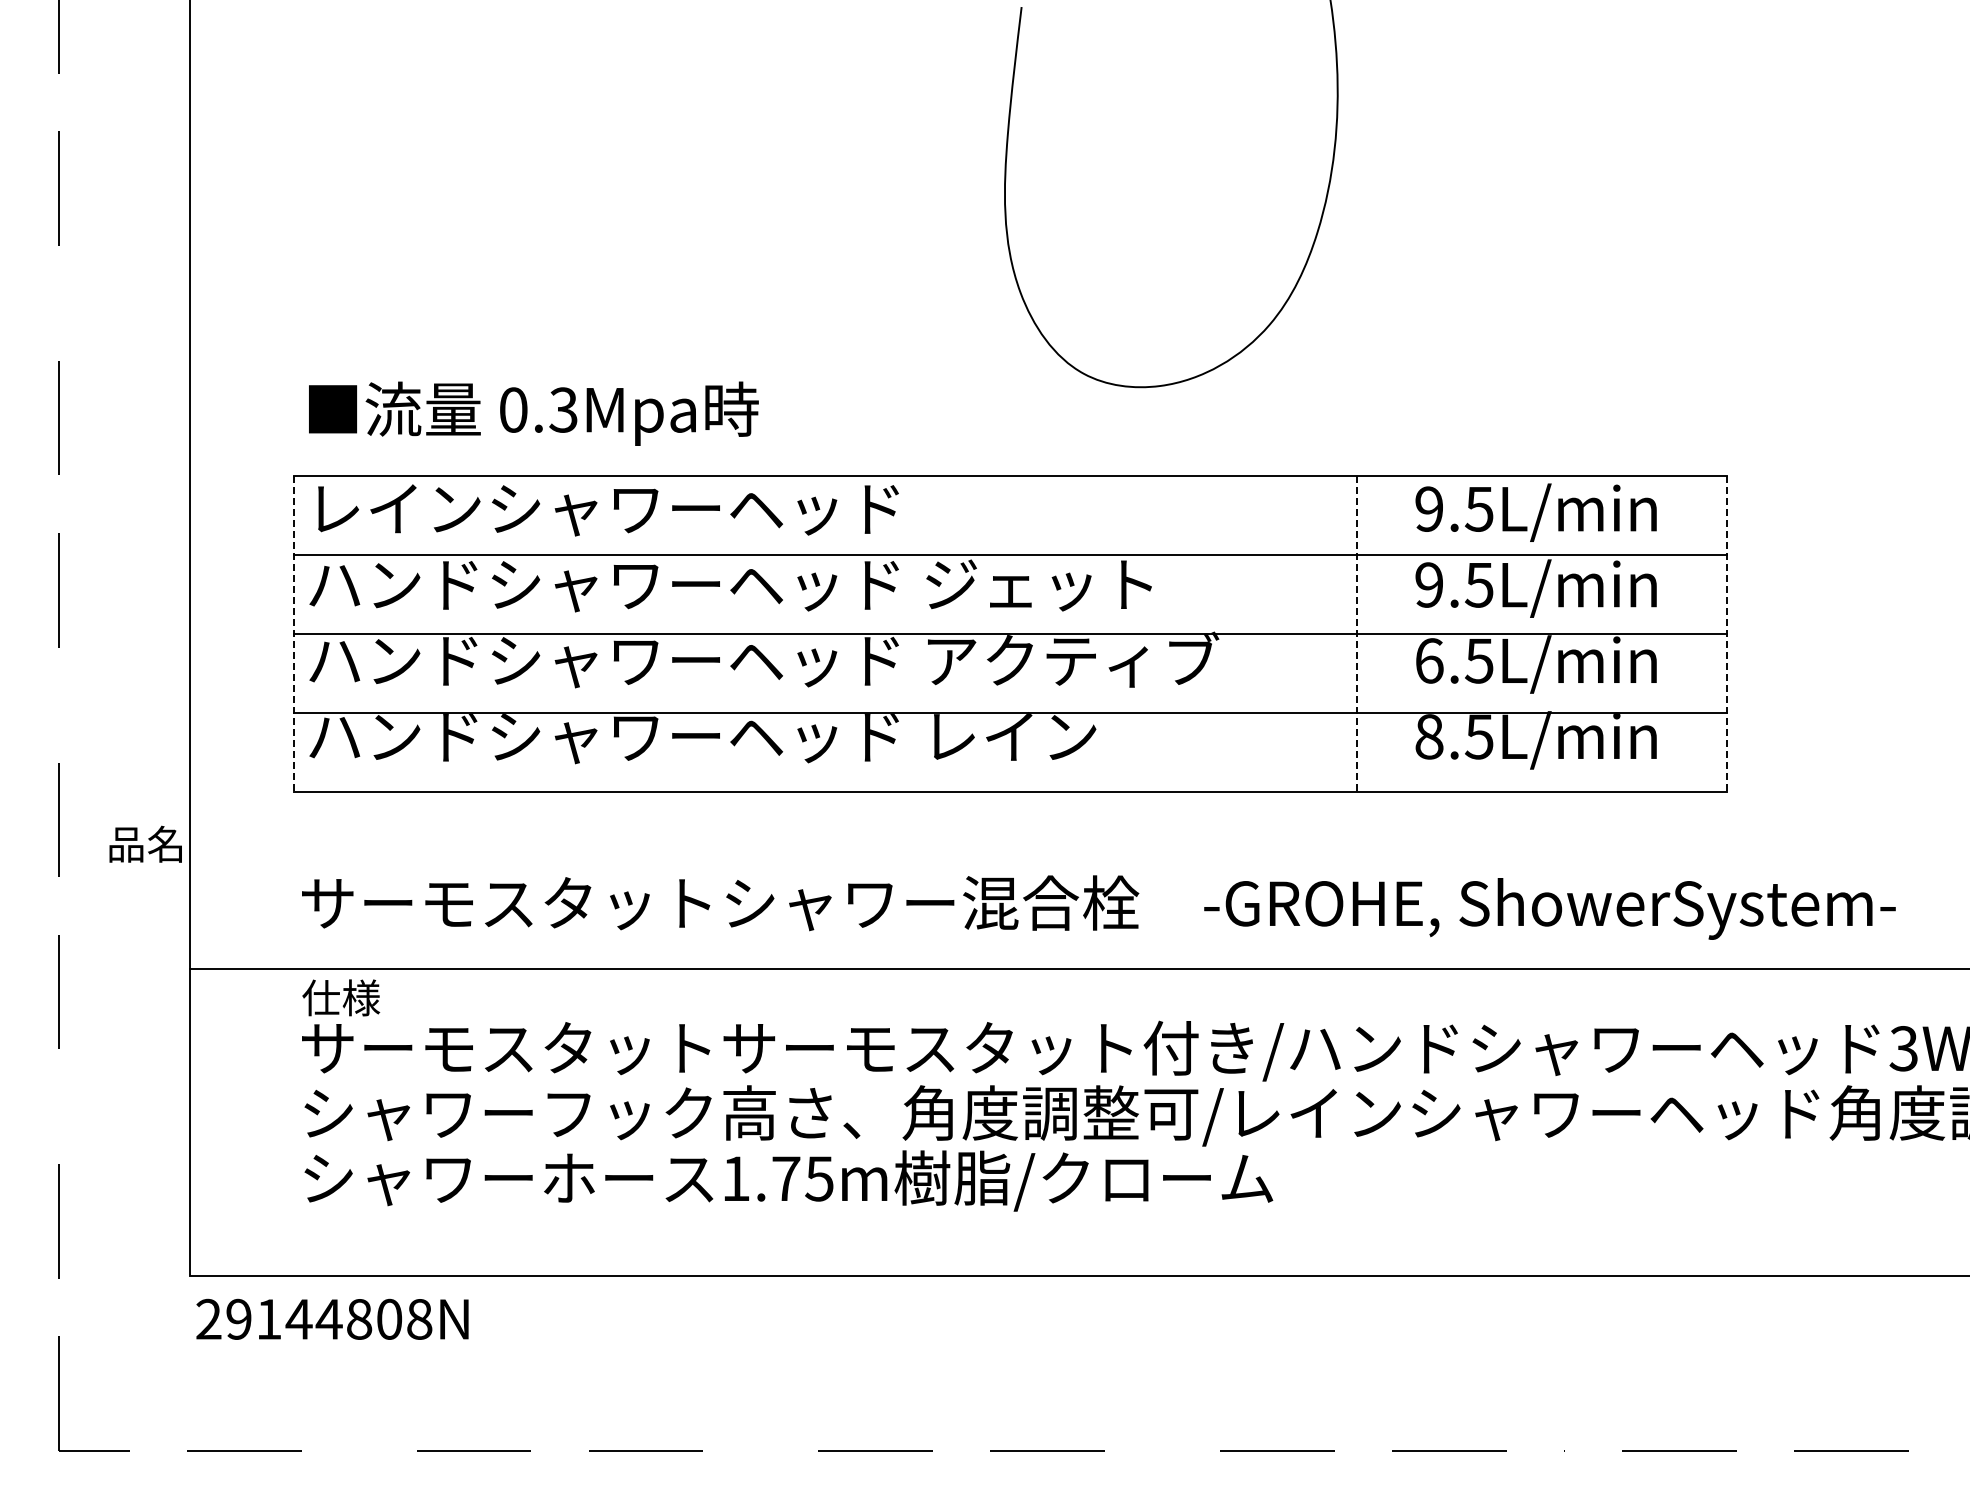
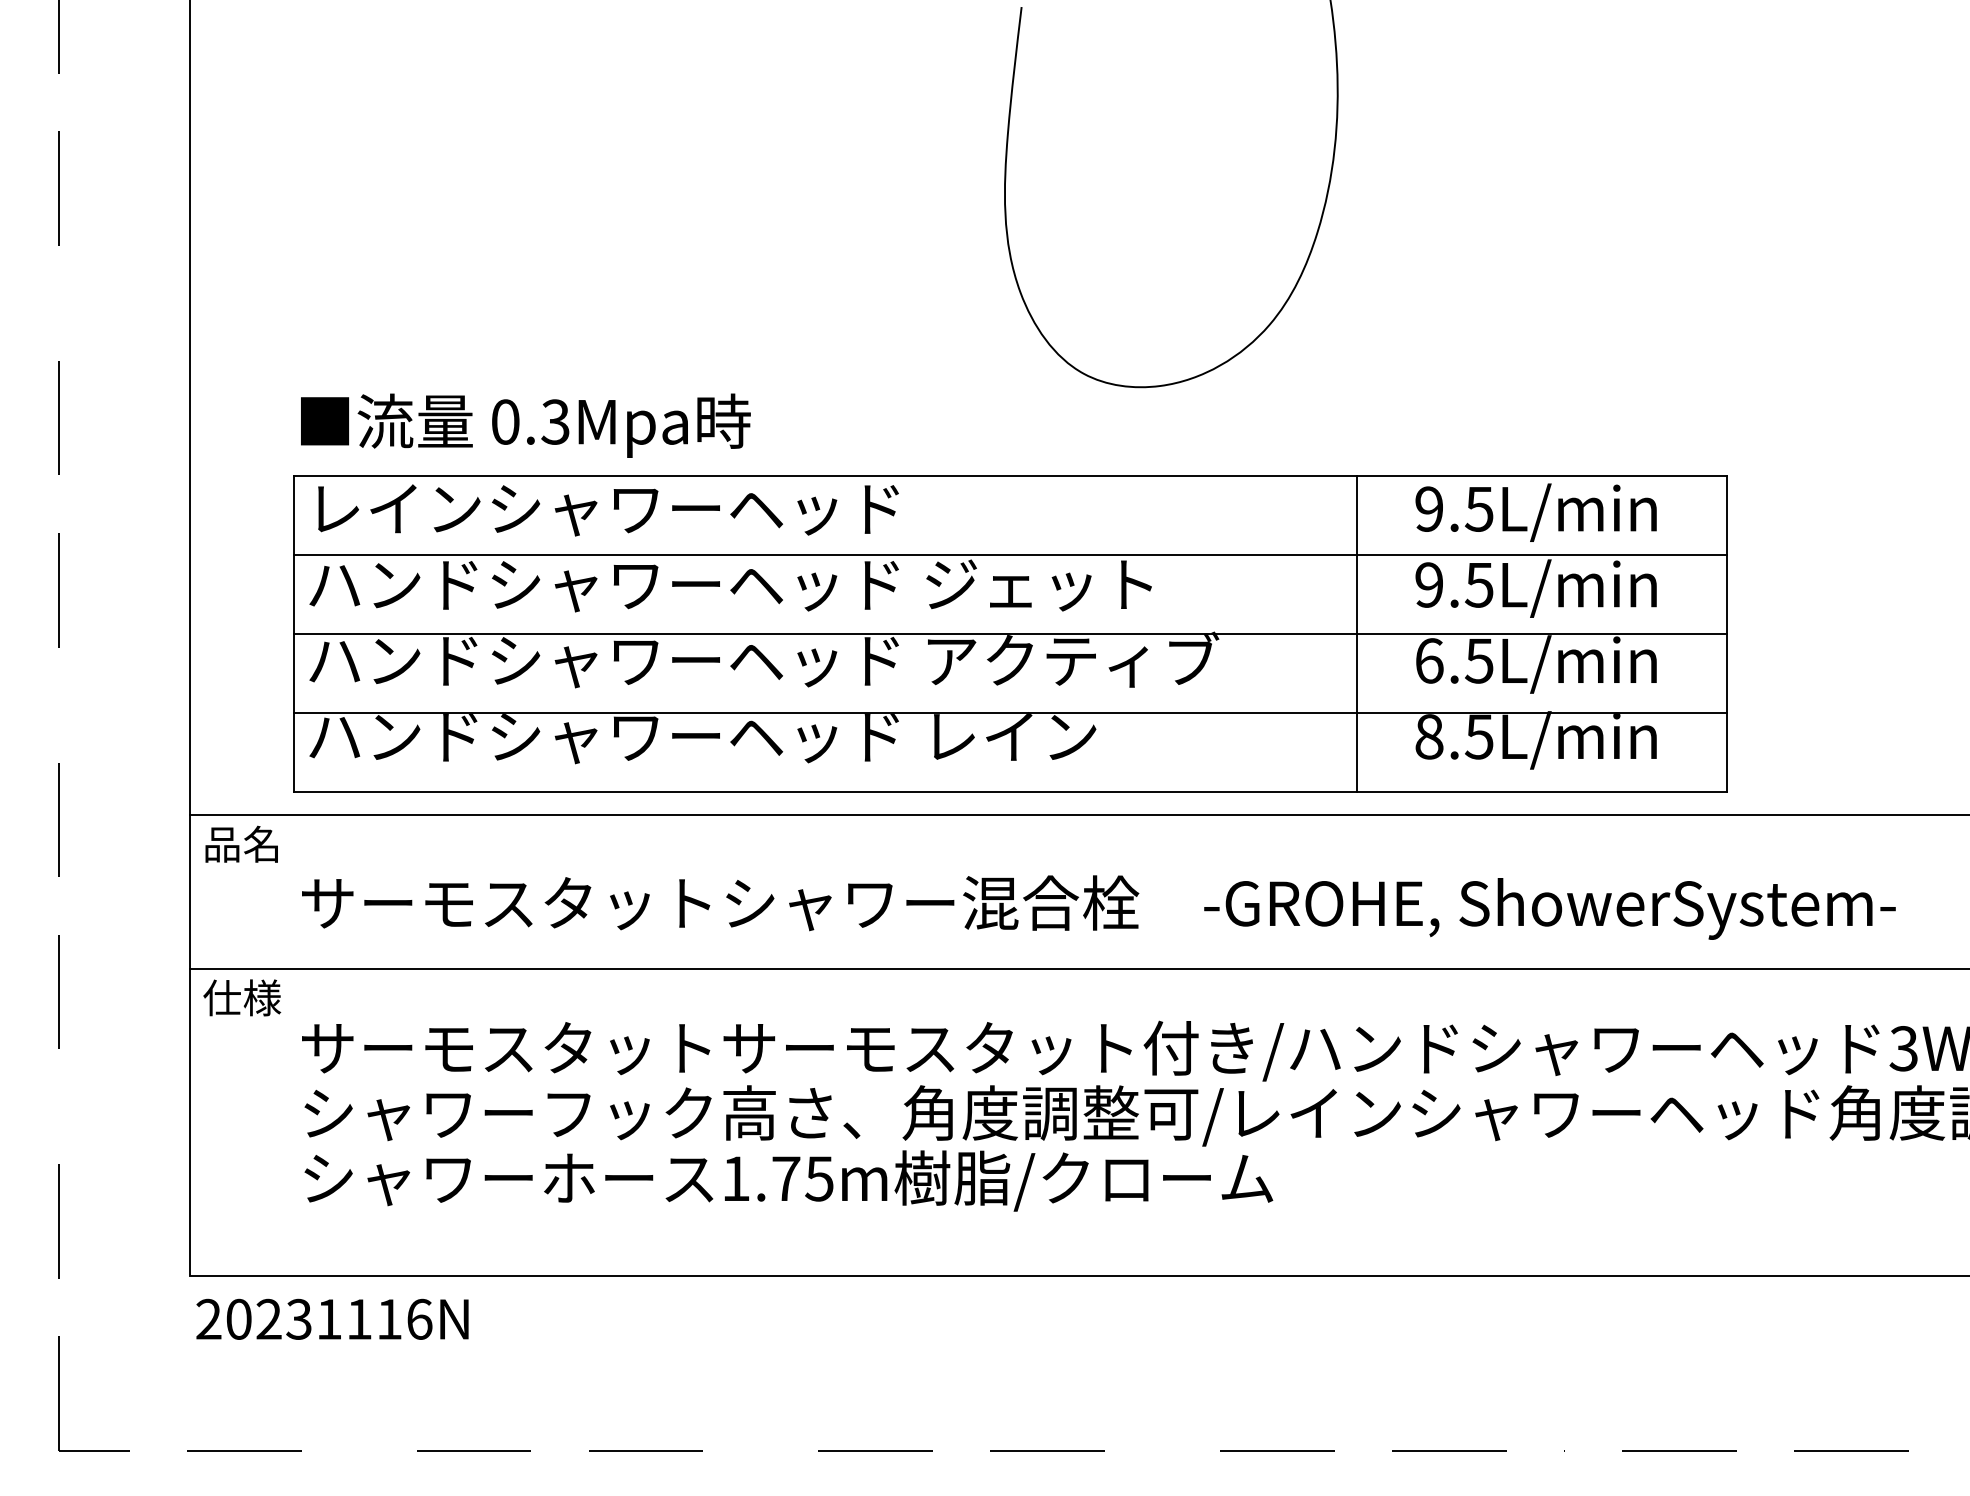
text at (533, 413) position: (533, 413) -> (525, 425)
line at (293, 634): dashed -> solid
line at (1357, 634): dashed -> solid
line at (1727, 634): dashed -> solid
line at (1077, 814): none -> present
text at (145, 843) position: (145, 843) -> (241, 843)
text at (341, 997) position: (341, 997) -> (242, 997)
text at (329, 1318): 29144808N -> 20231116N
